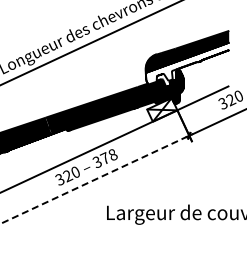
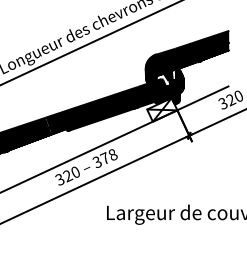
fill at (187, 66): none -> present
line at (97, 178): dashed -> solid
